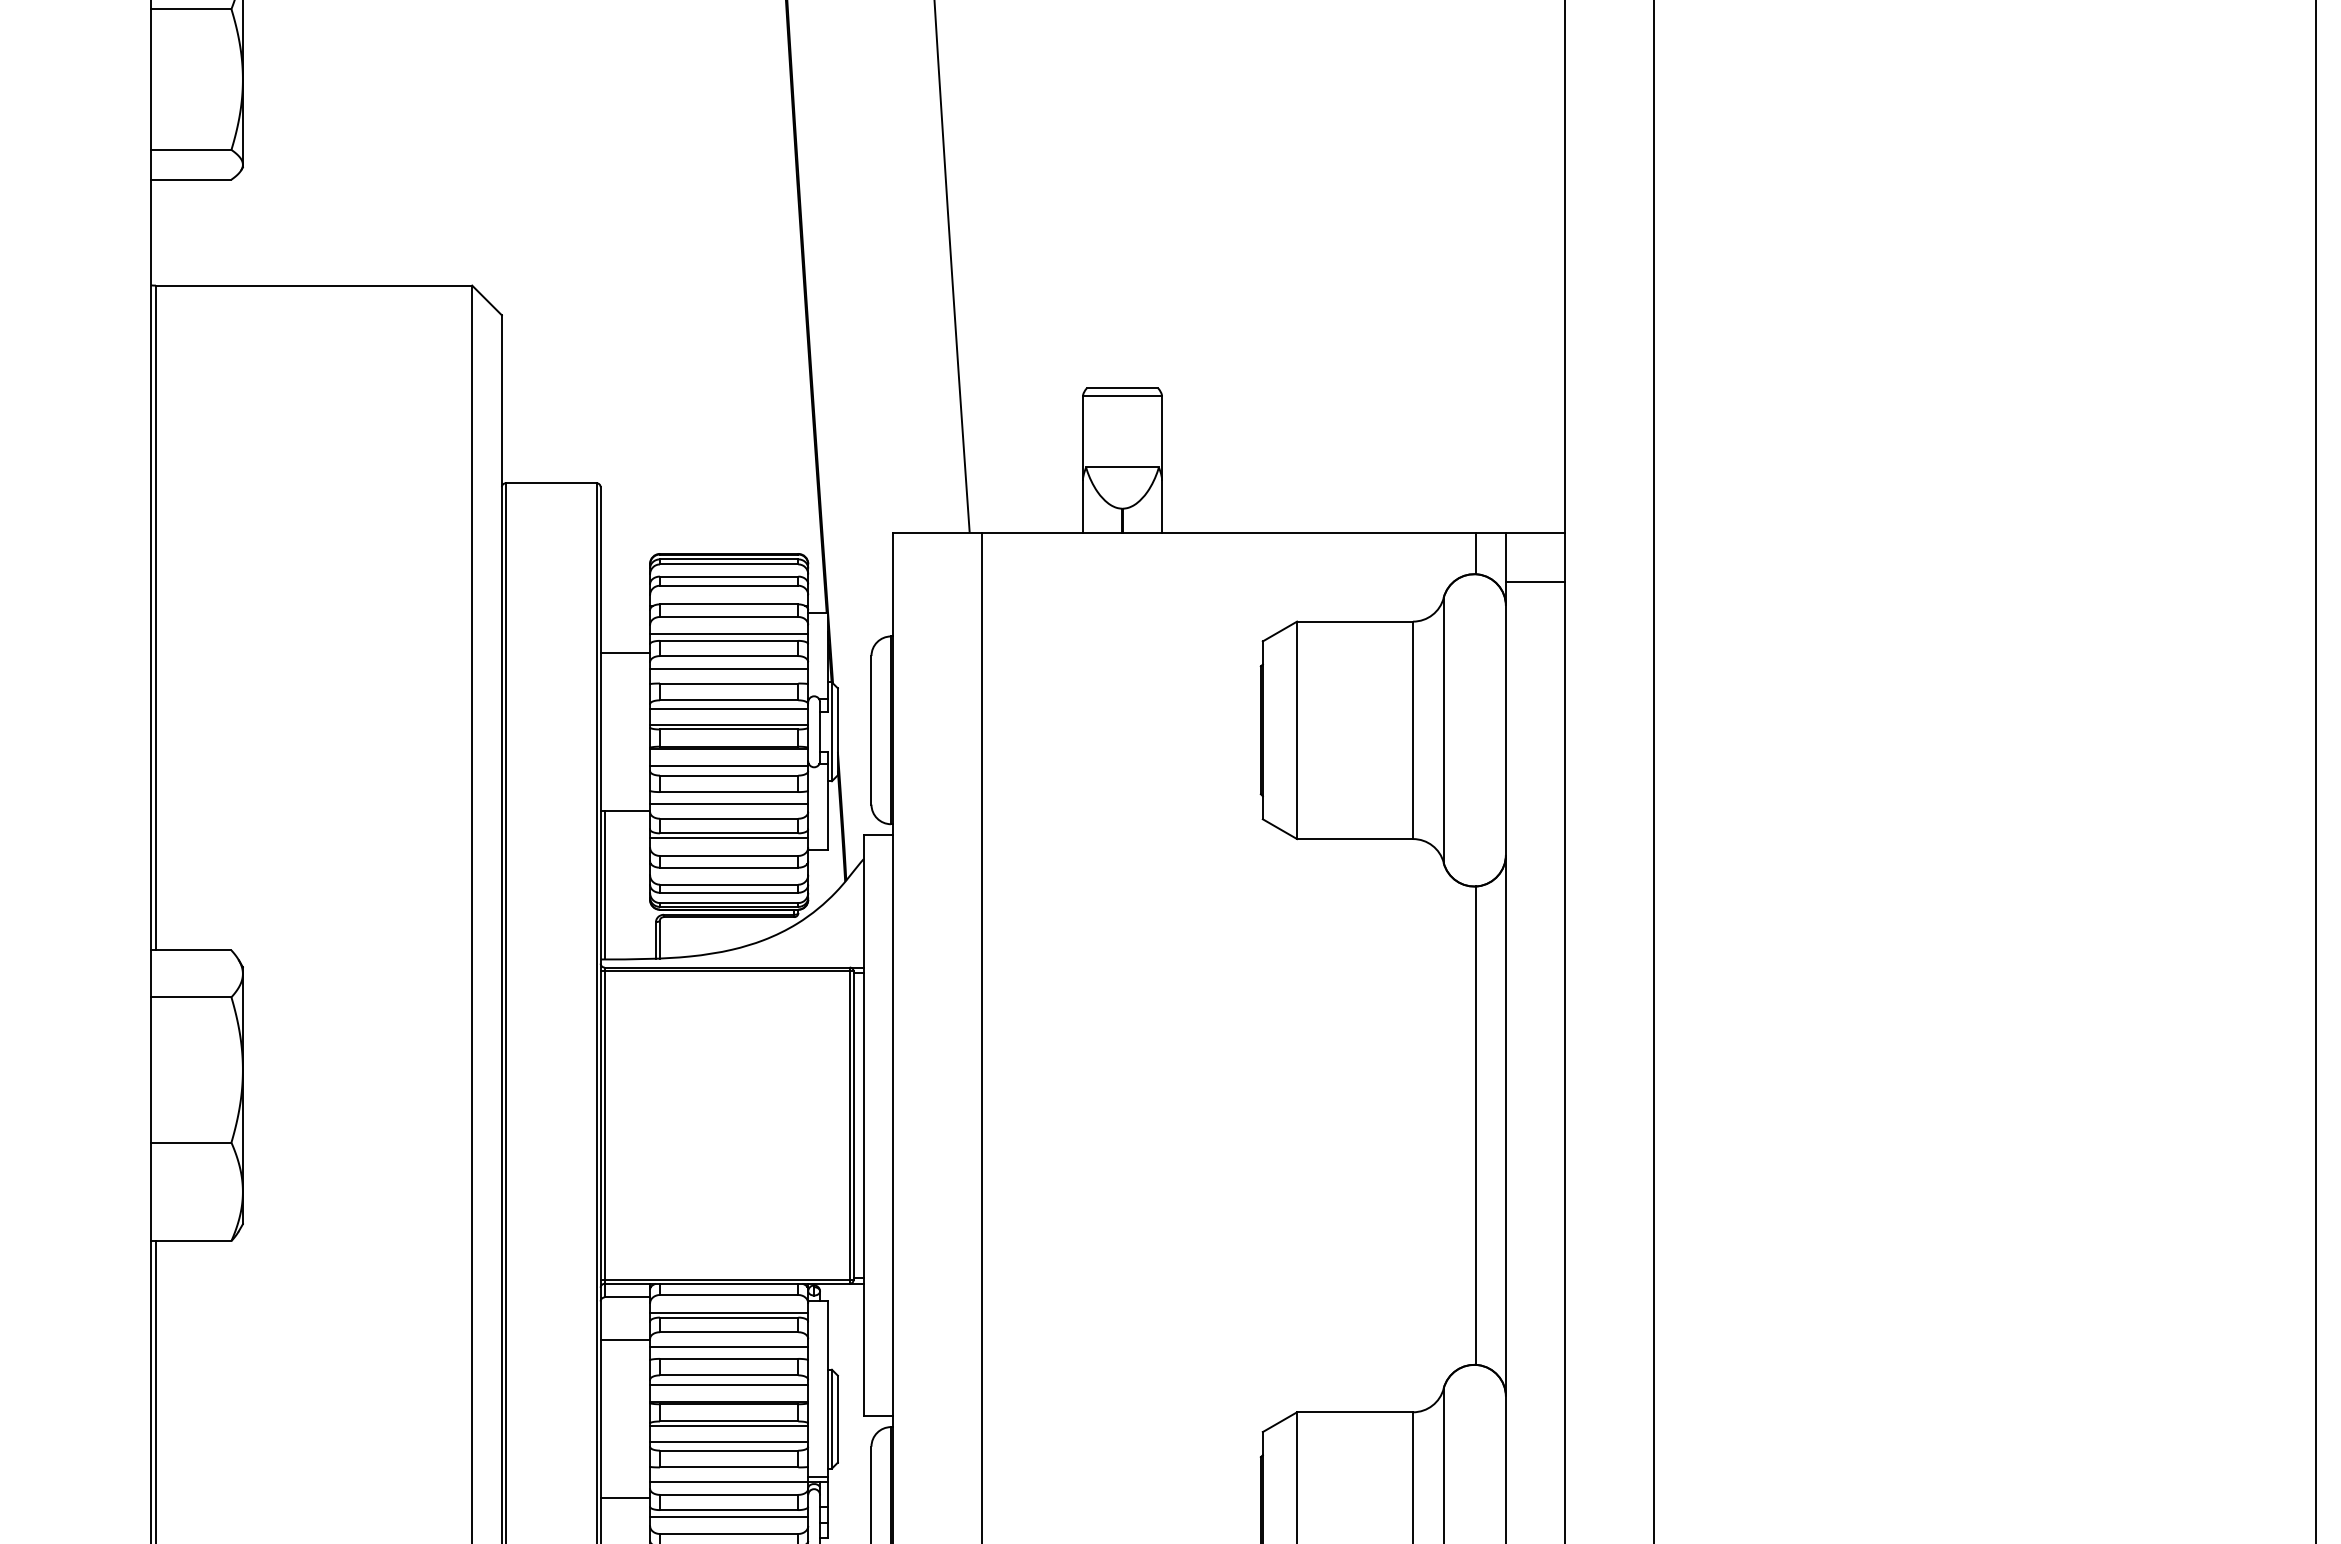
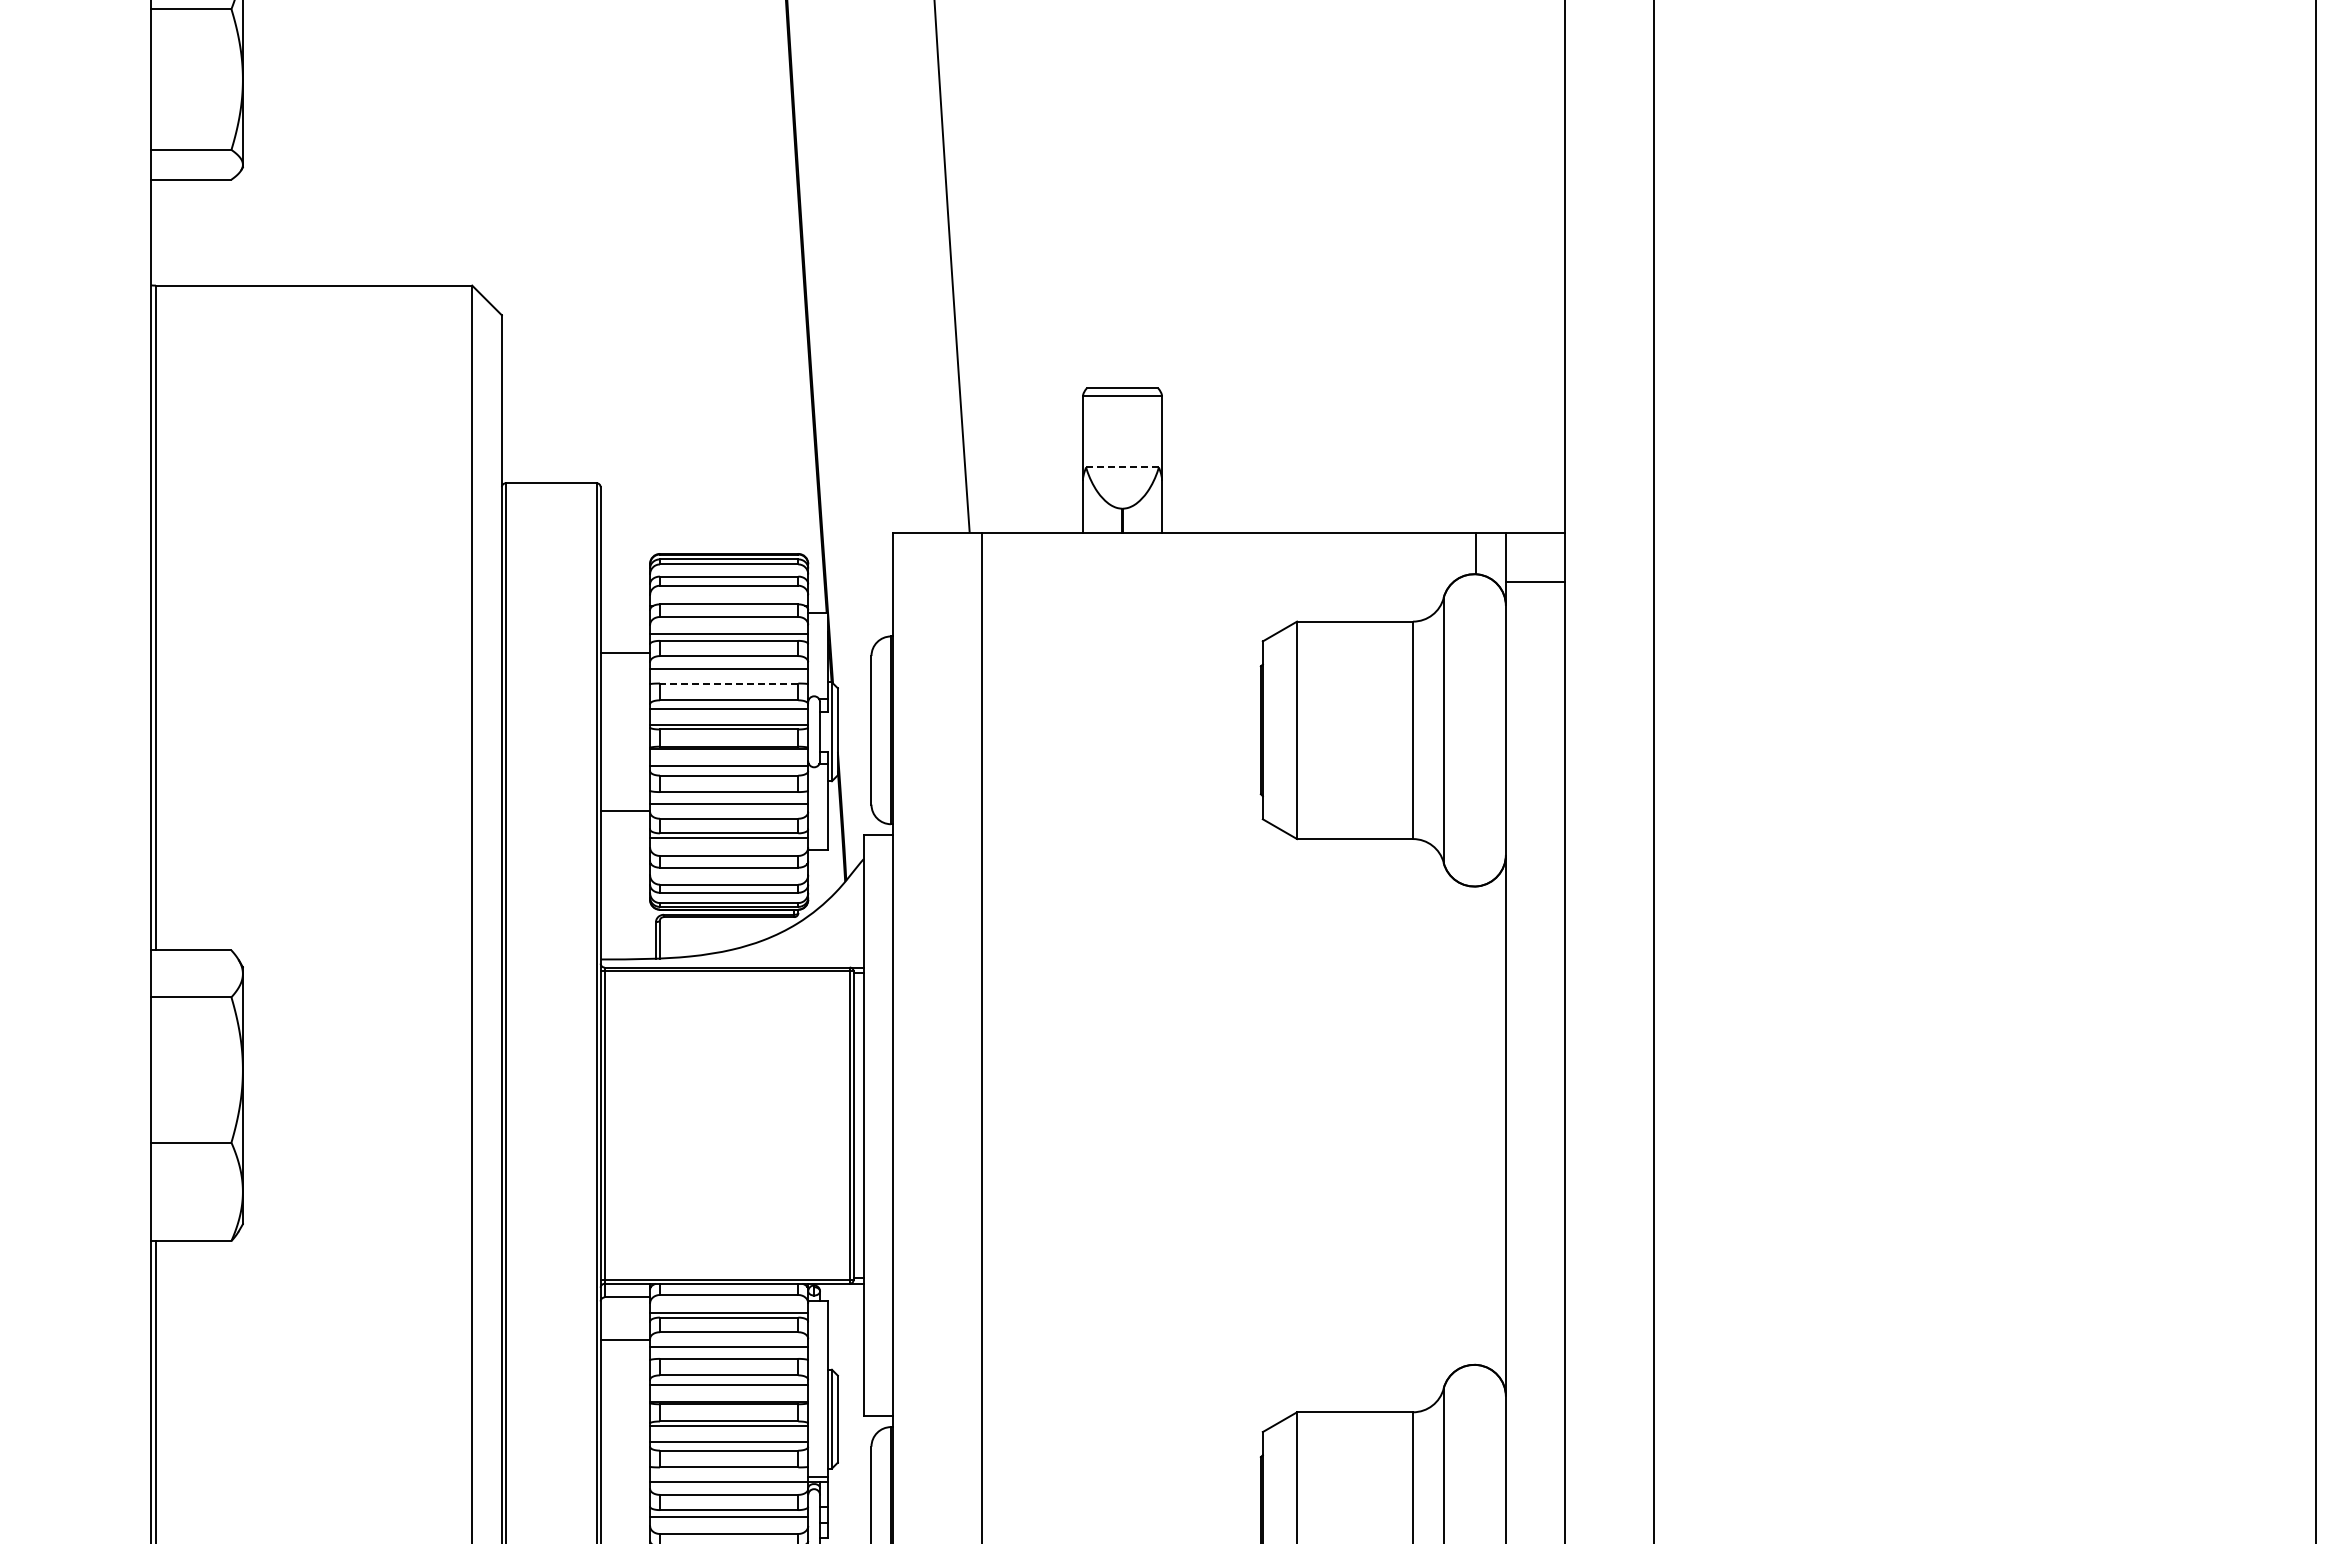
line at (1123, 467): solid -> dashed
line at (728, 683): solid -> dashed
line at (604, 884): present -> none
line at (1476, 1125): present -> none
line at (625, 1498): present -> none
